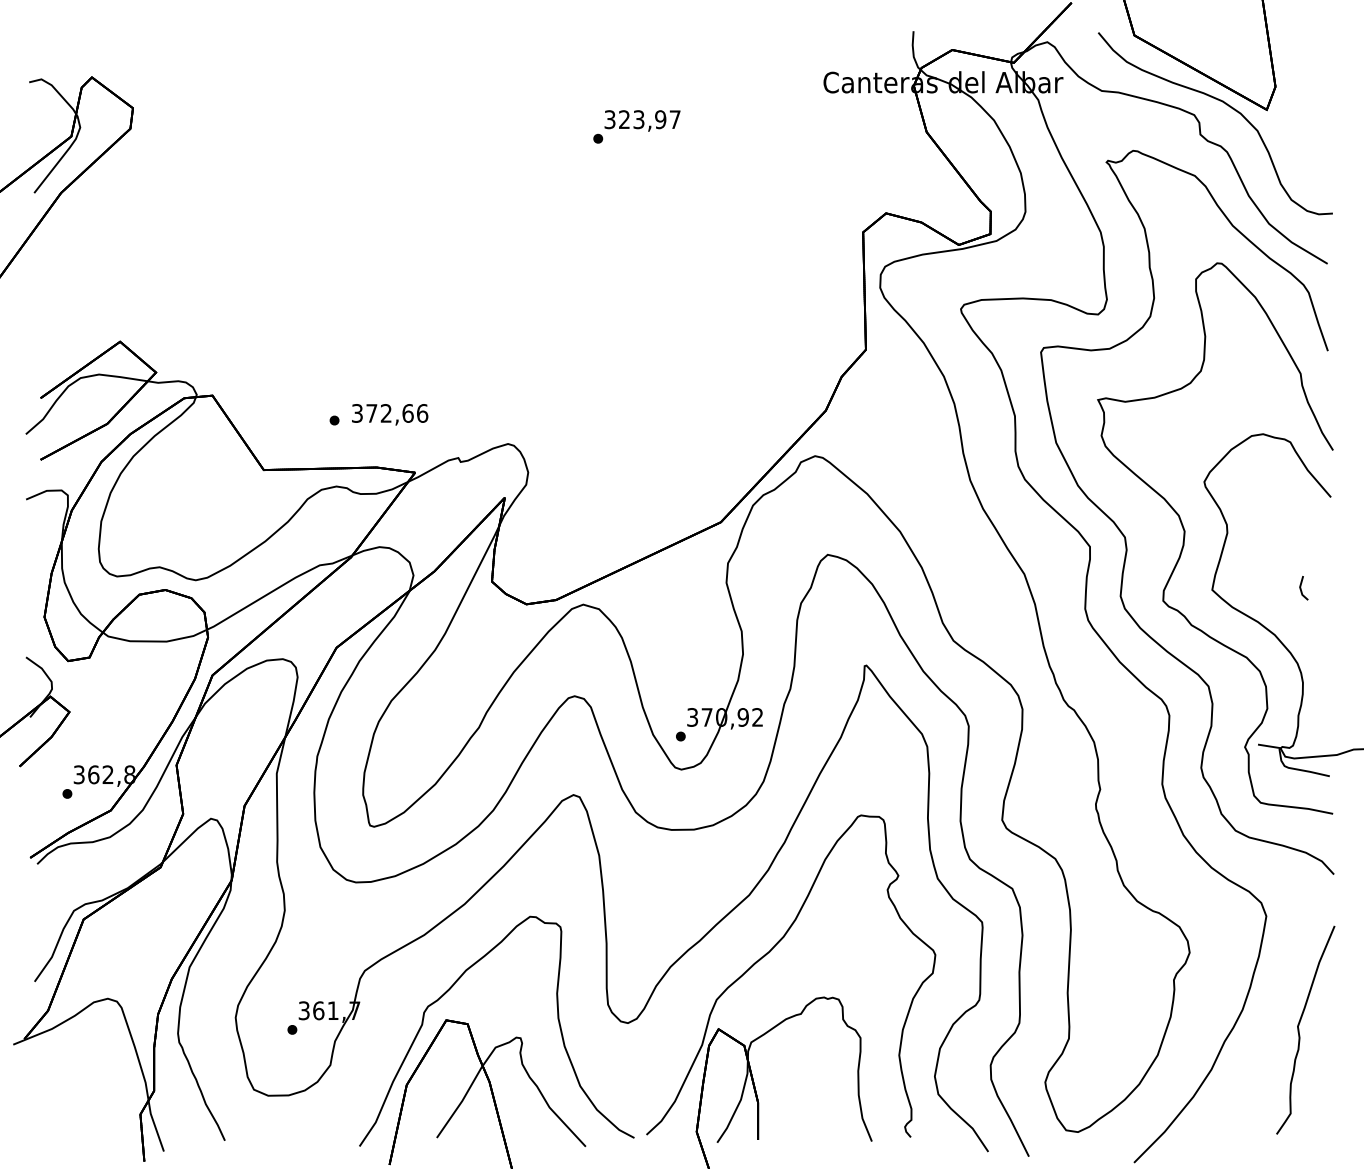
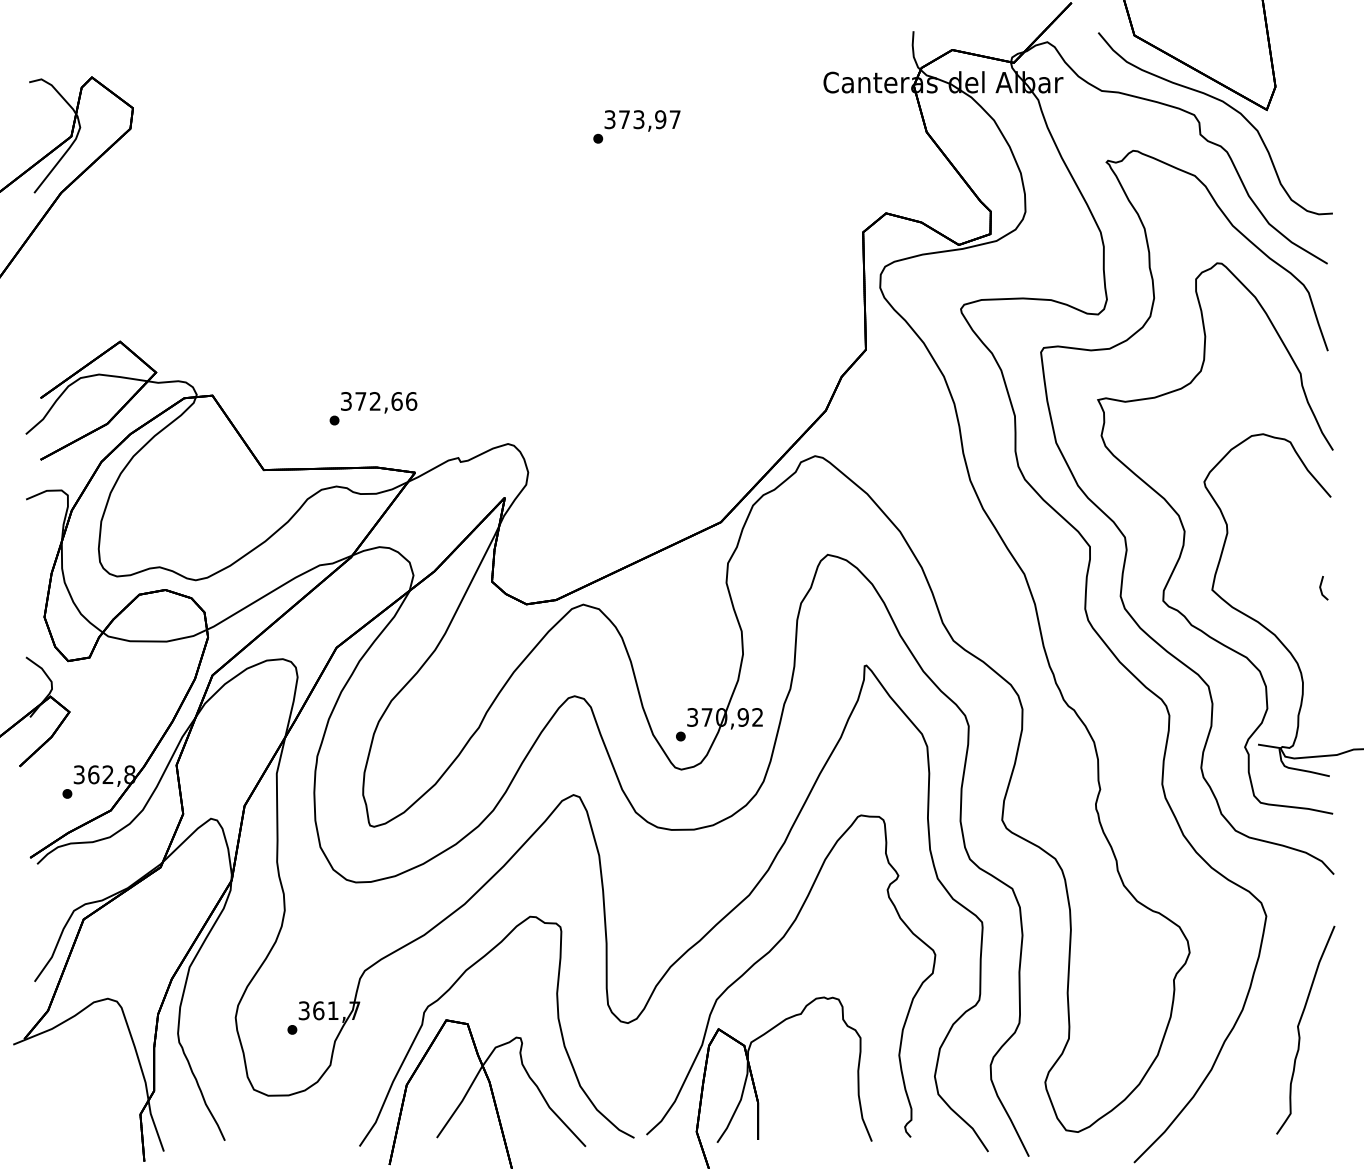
text at (624, 119): 323,97 -> 373,97
text at (390, 414) position: (390, 414) -> (379, 402)
line at (1301, 588) position: (1301, 588) -> (1321, 588)
